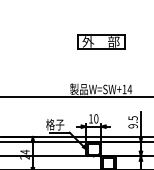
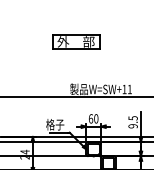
part at (101, 41) position: (101, 41) -> (76, 41)
text at (129, 89): W=SW+14 -> W=SW+11
text at (91, 118): 10 -> 60
